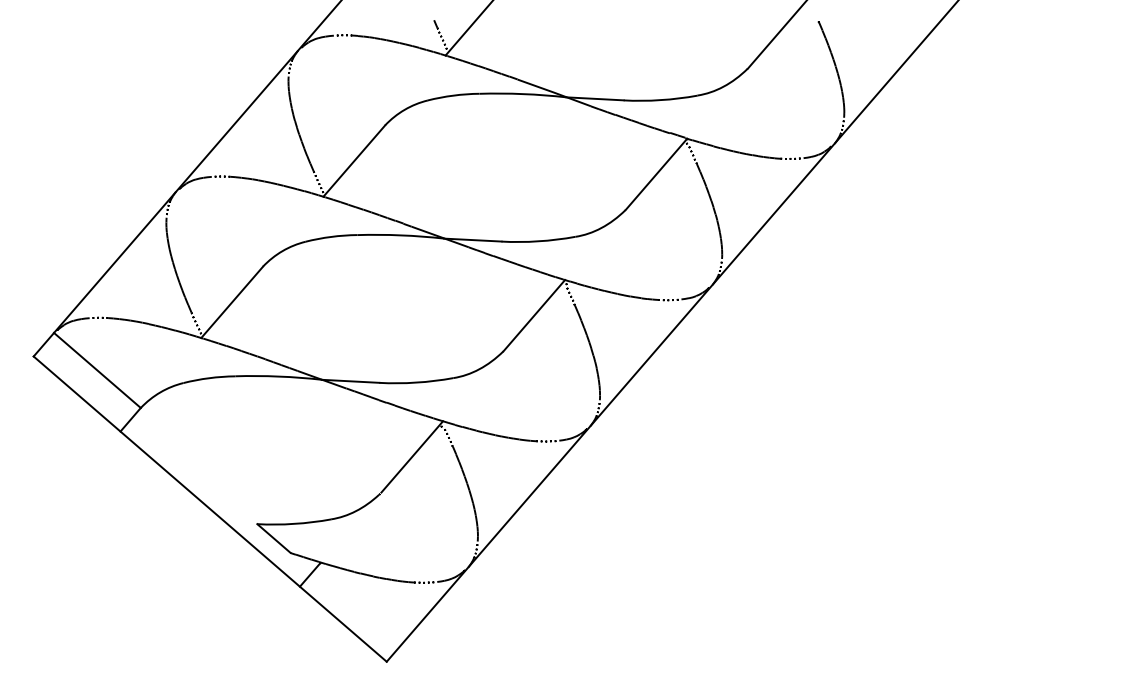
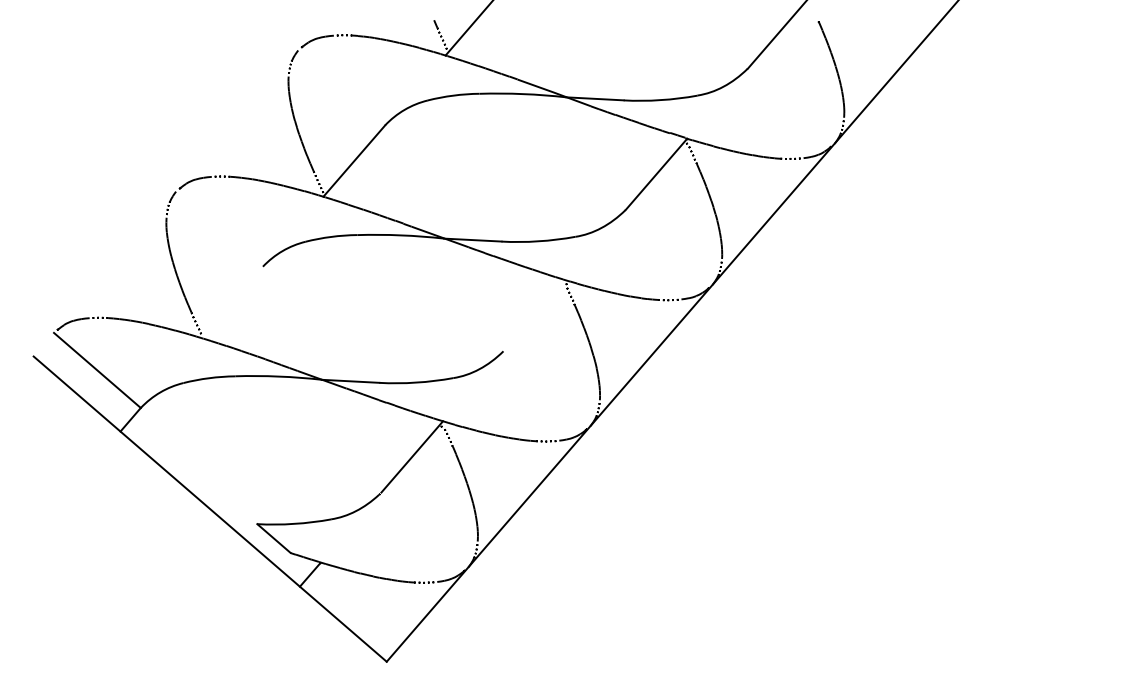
line at (186, 179): present -> none
line at (231, 302): present -> none
line at (534, 315): present -> none
